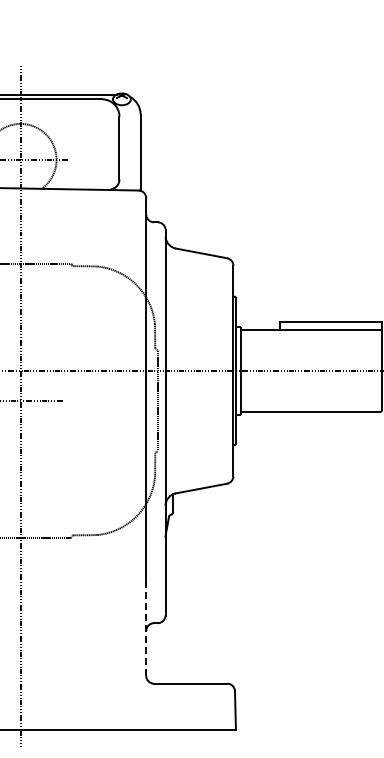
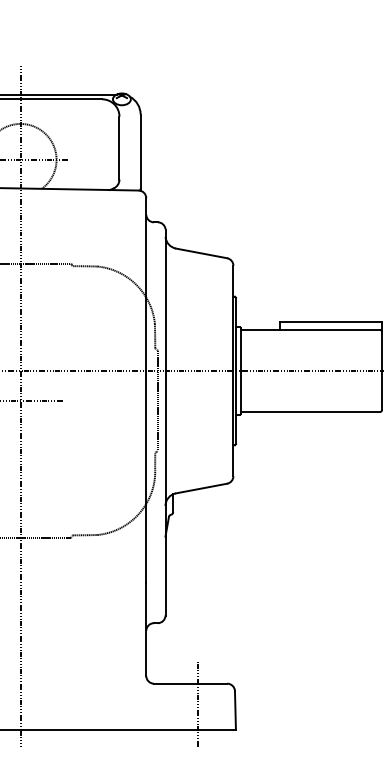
line at (146, 629): dashed -> solid
line at (197, 703): none -> present
